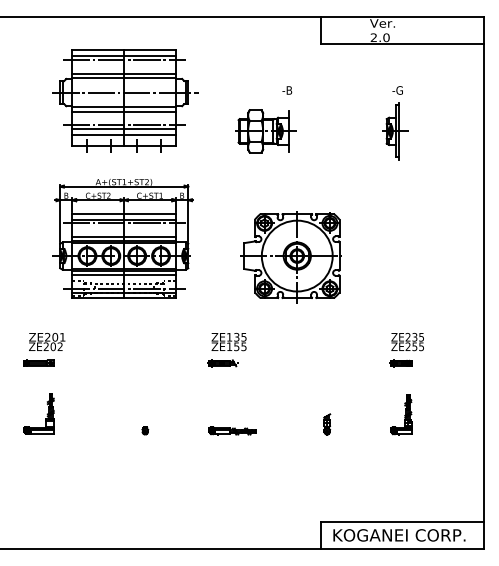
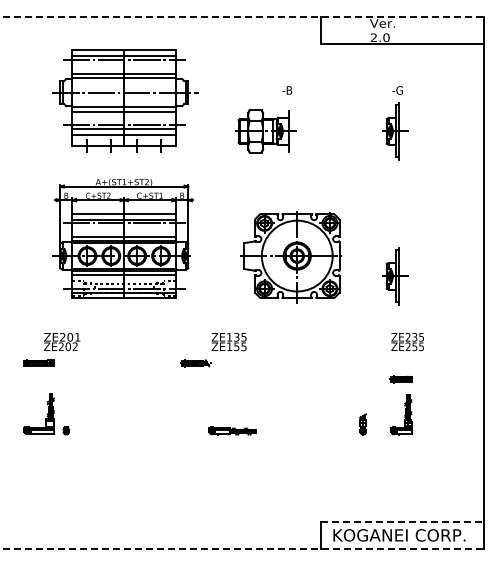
line at (242, 16): solid -> dashed
part at (395, 276): none -> present
text at (47, 342) position: (47, 342) -> (62, 342)
part at (222, 363) position: (222, 363) -> (195, 363)
part at (400, 363) position: (400, 363) -> (400, 379)
part at (327, 424) position: (327, 424) -> (363, 424)
part at (145, 430) position: (145, 430) -> (66, 430)
line at (402, 521): solid -> dashed
line at (242, 549): solid -> dashed
